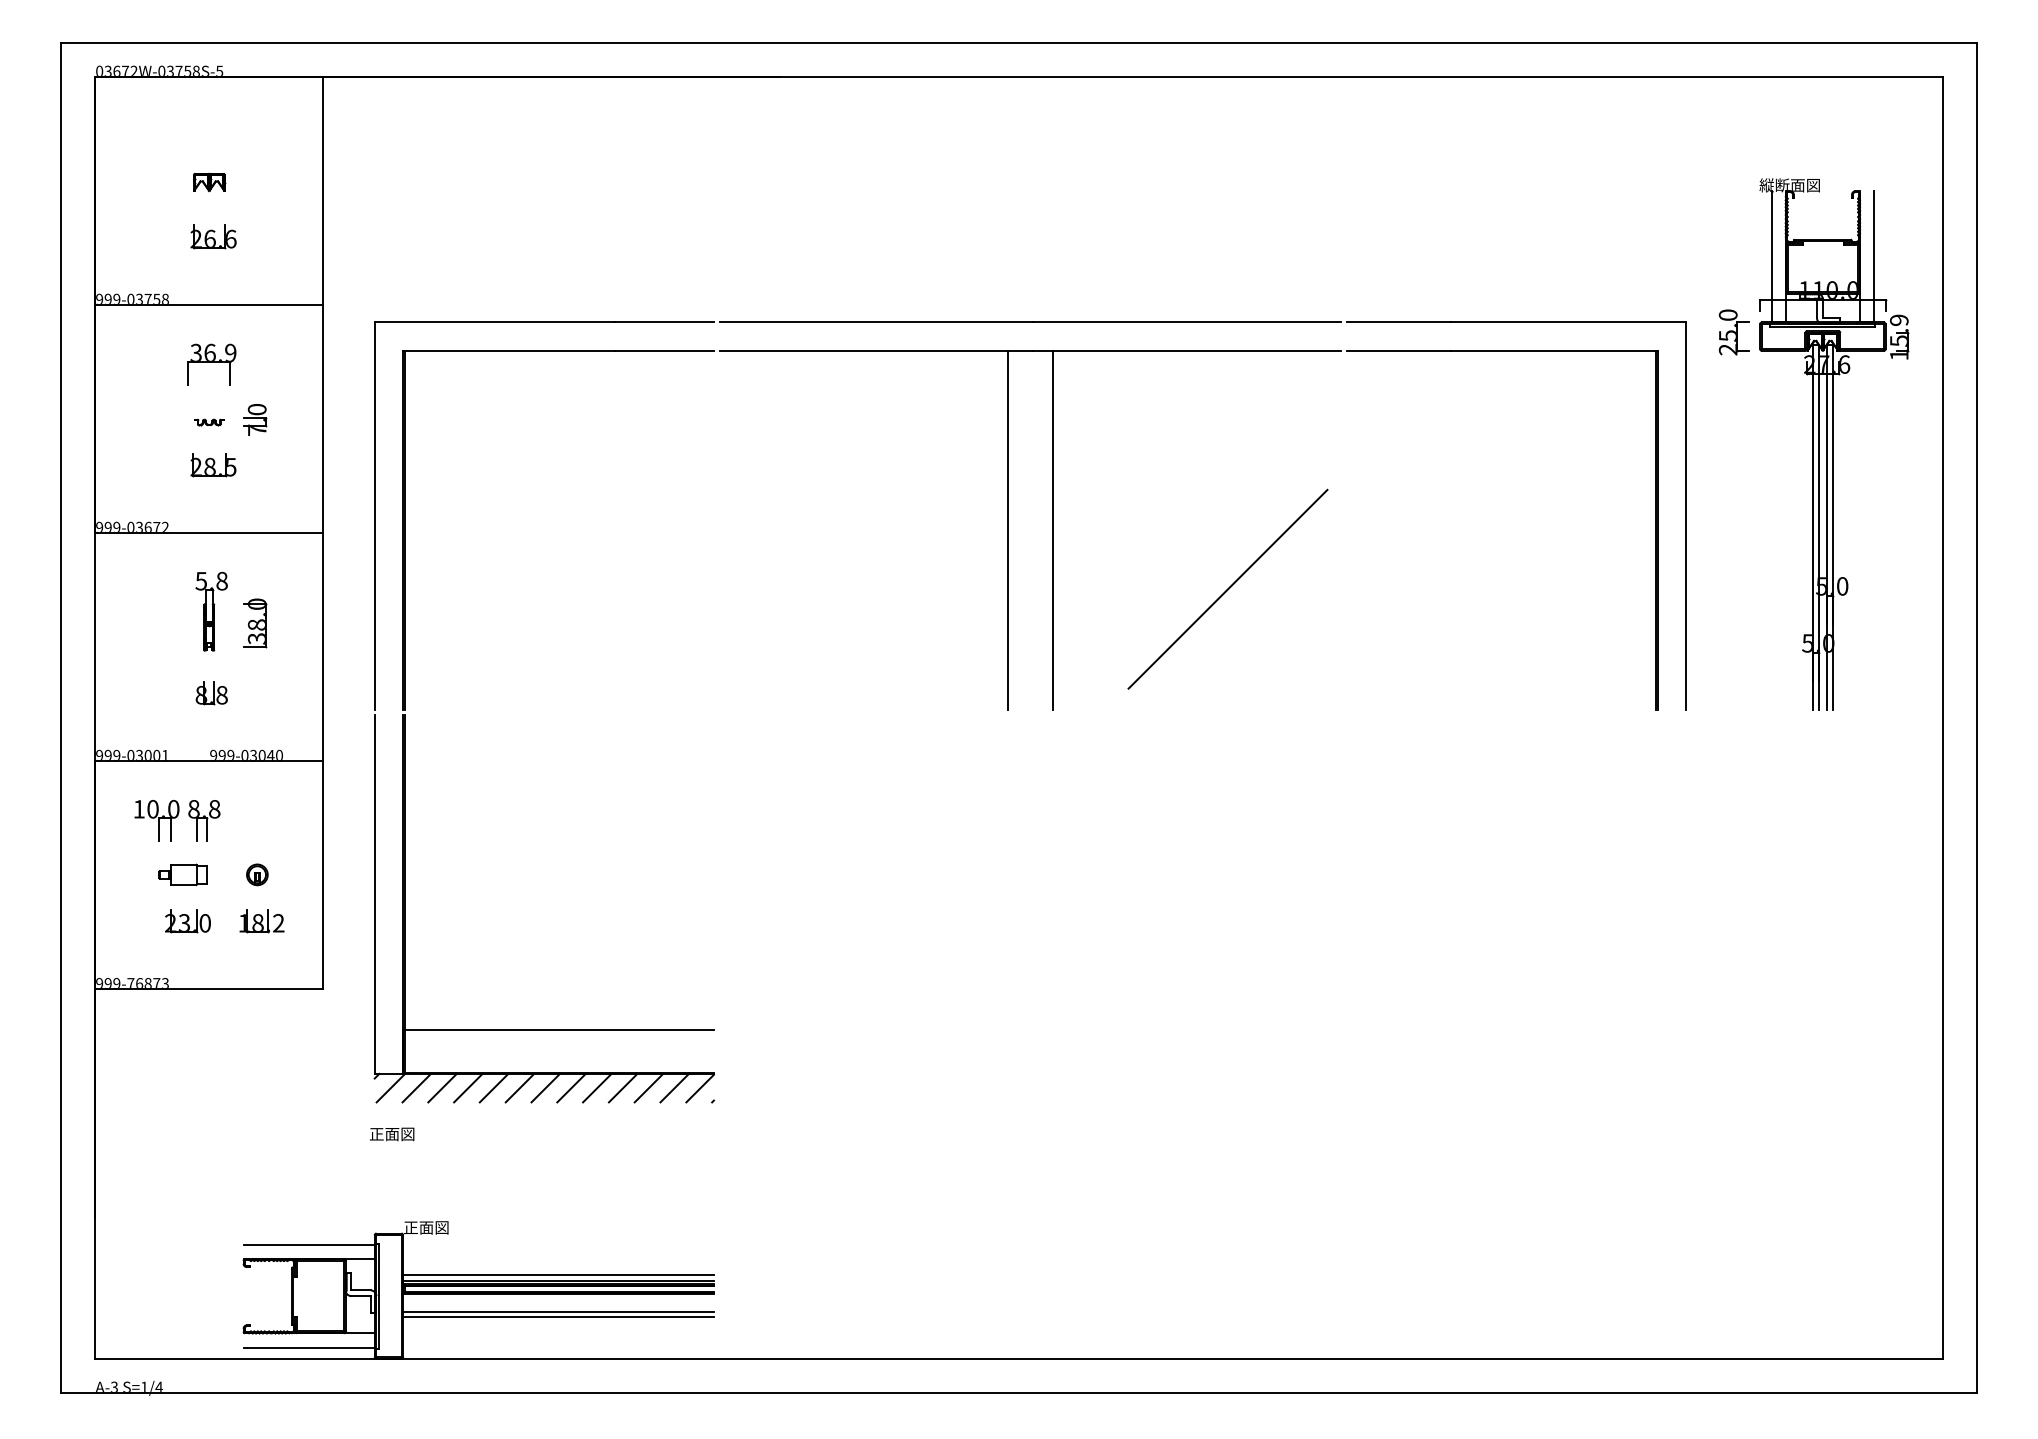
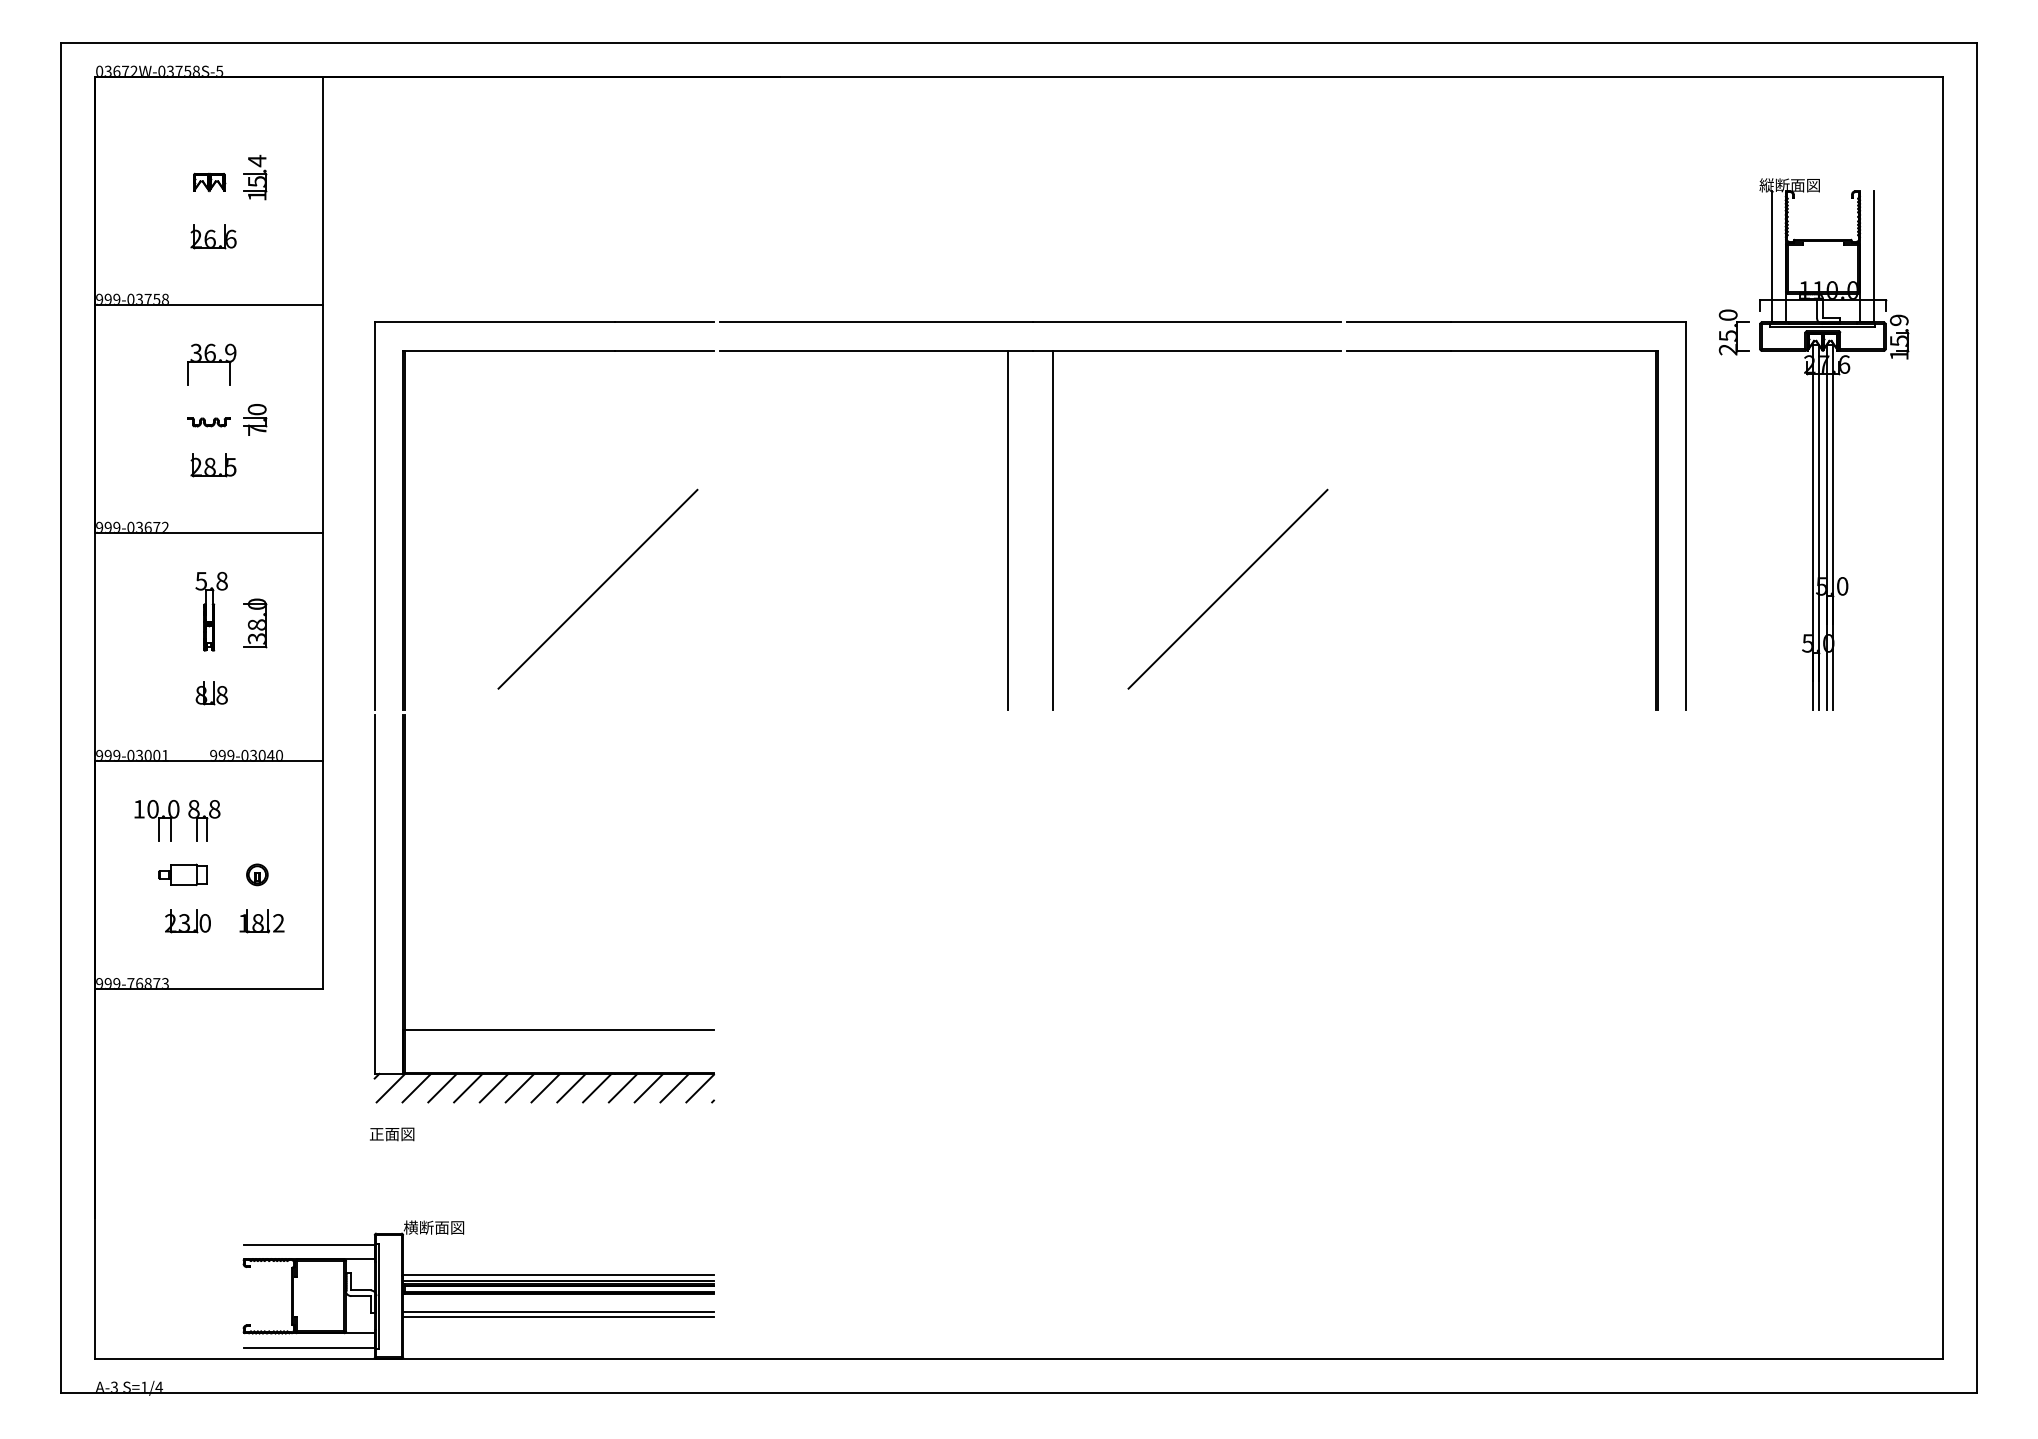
part at (255, 177): none -> present
part at (209, 422) size: 31x9 px -> 44x11 px
line at (597, 588): none -> present
text at (433, 1227): 正面図 -> 横断面図
